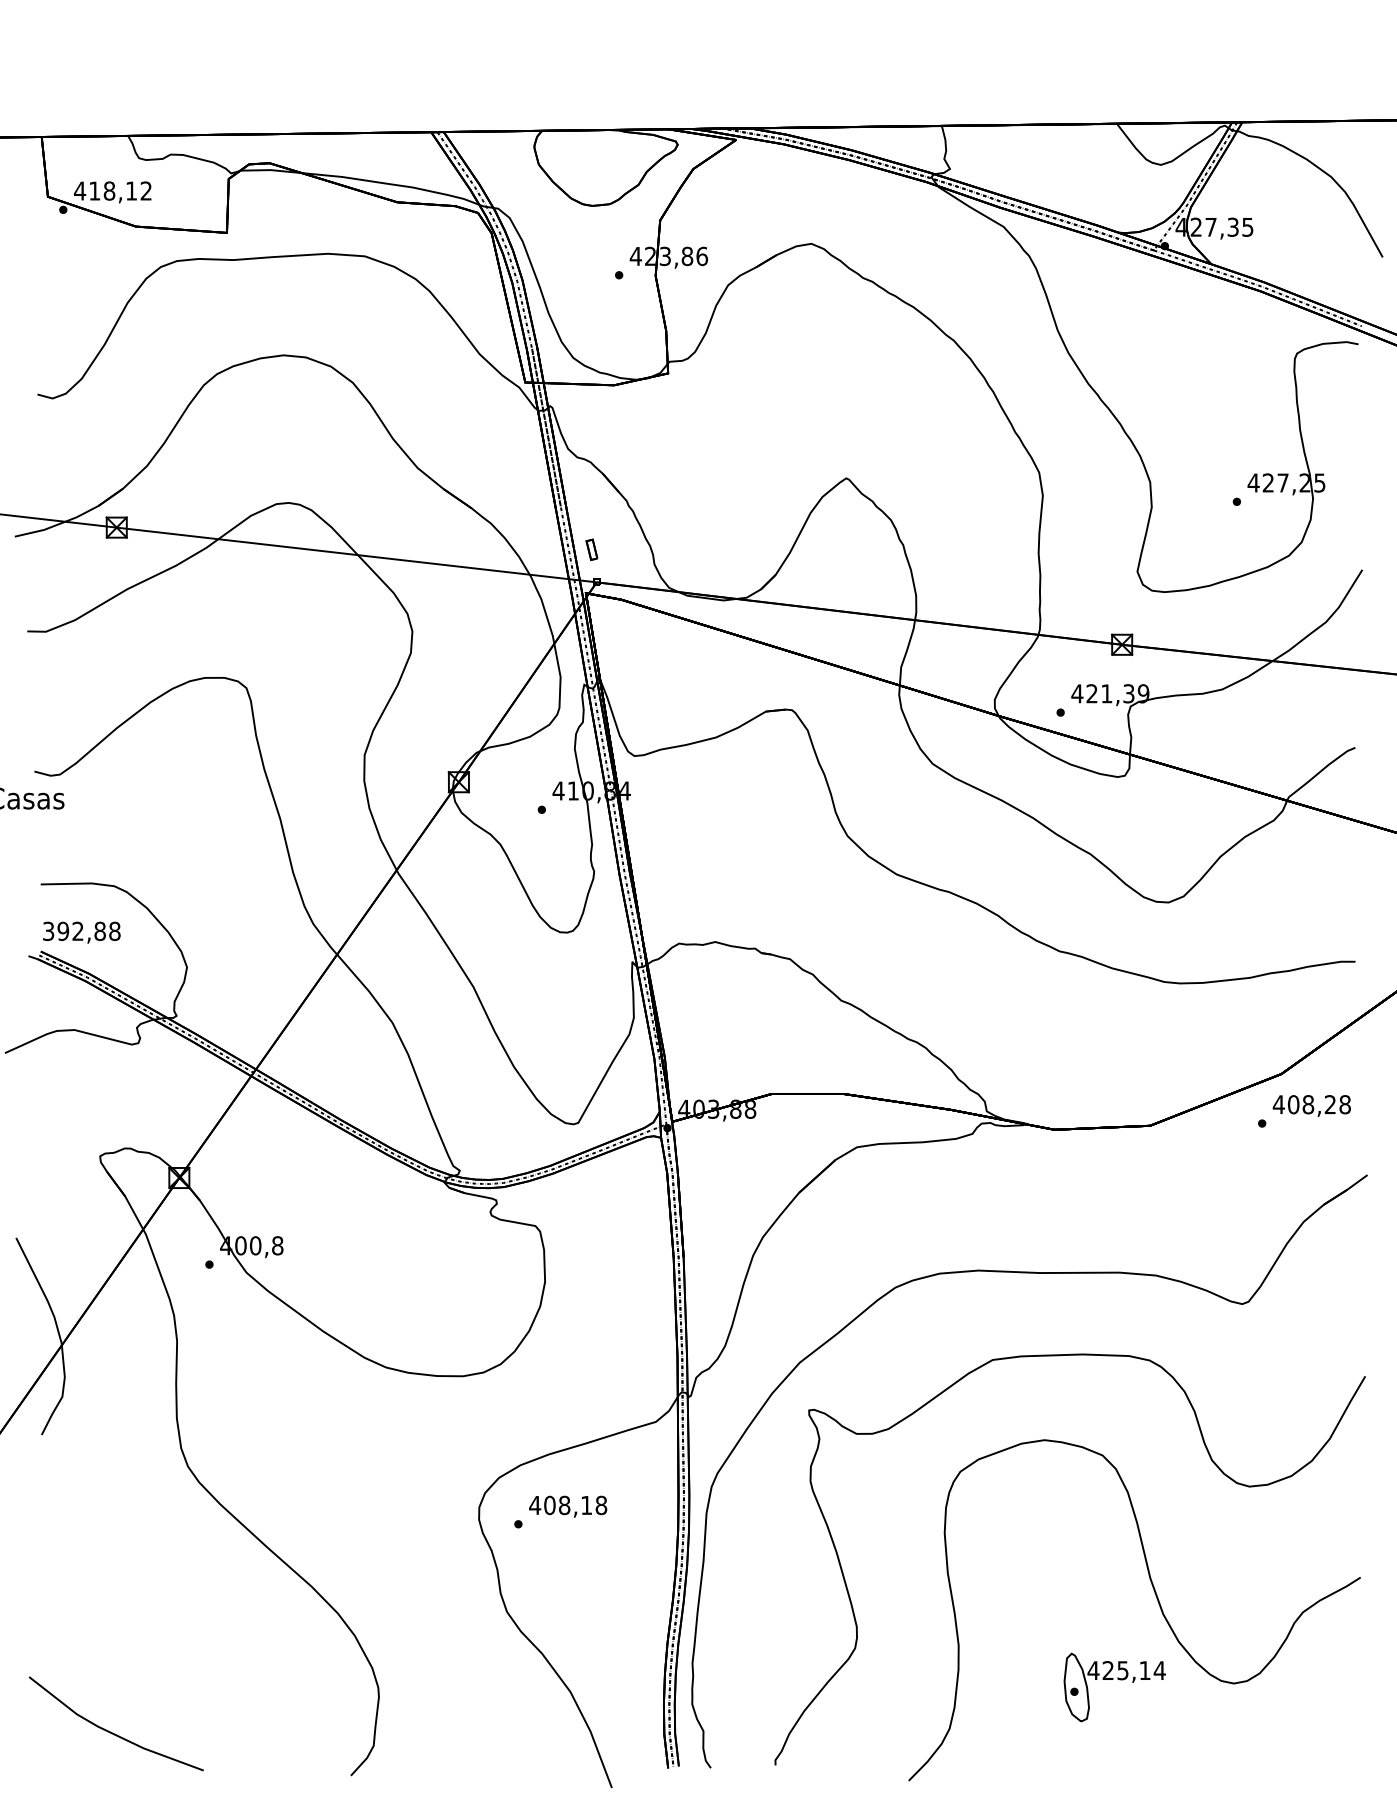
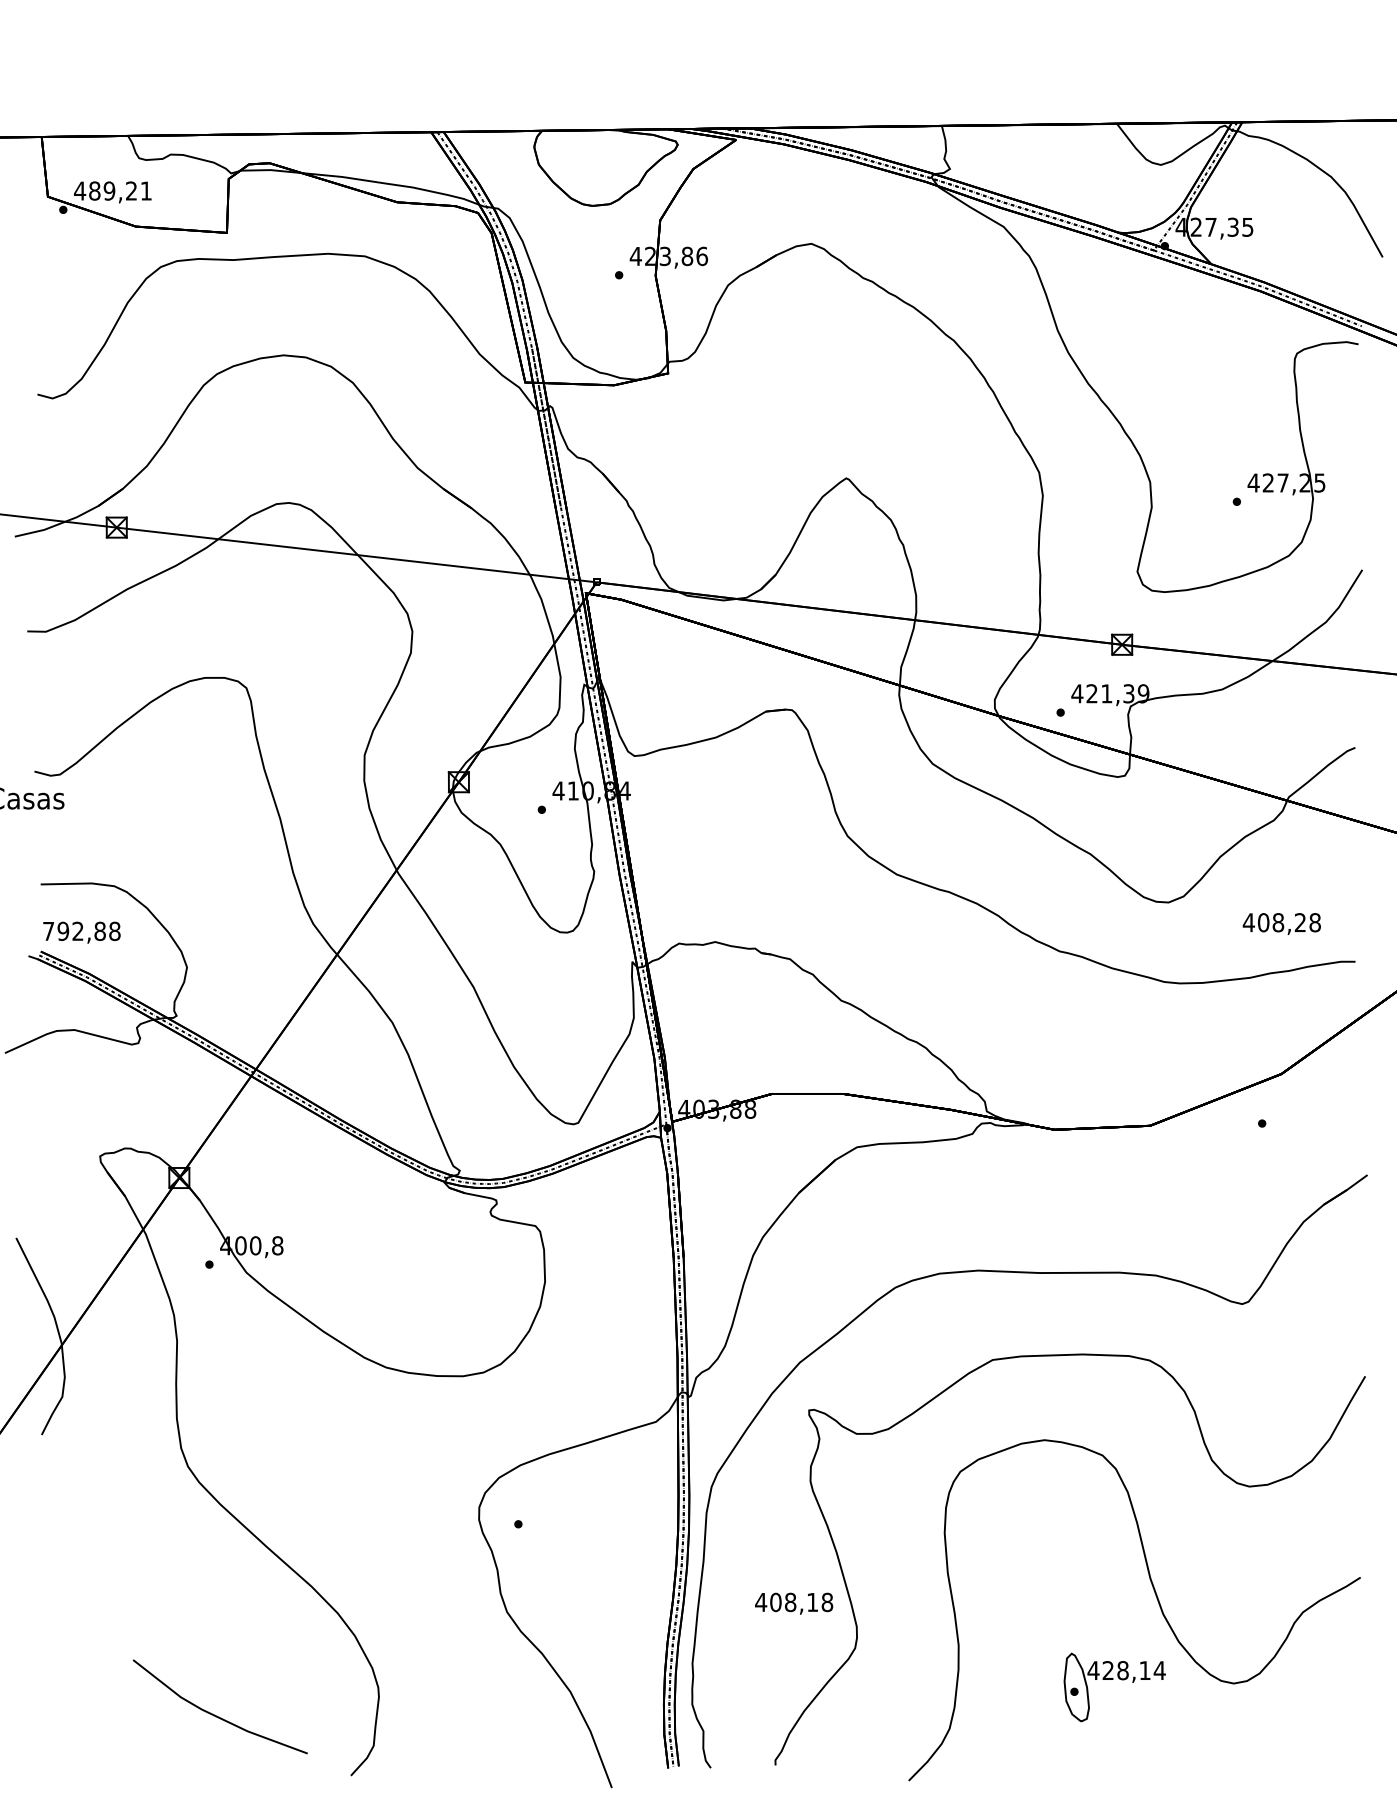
text at (120, 190): 418,12 -> 489,21
part at (591, 549): present -> none
text at (48, 931): 392,88 -> 792,88
text at (1311, 1105) position: (1311, 1105) -> (1281, 923)
text at (568, 1506) position: (568, 1506) -> (794, 1603)
text at (1122, 1670): 425,14 -> 428,14
line at (110, 1731) position: (110, 1731) -> (214, 1714)
